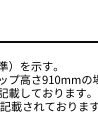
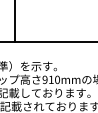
line at (15, 22): none -> present
